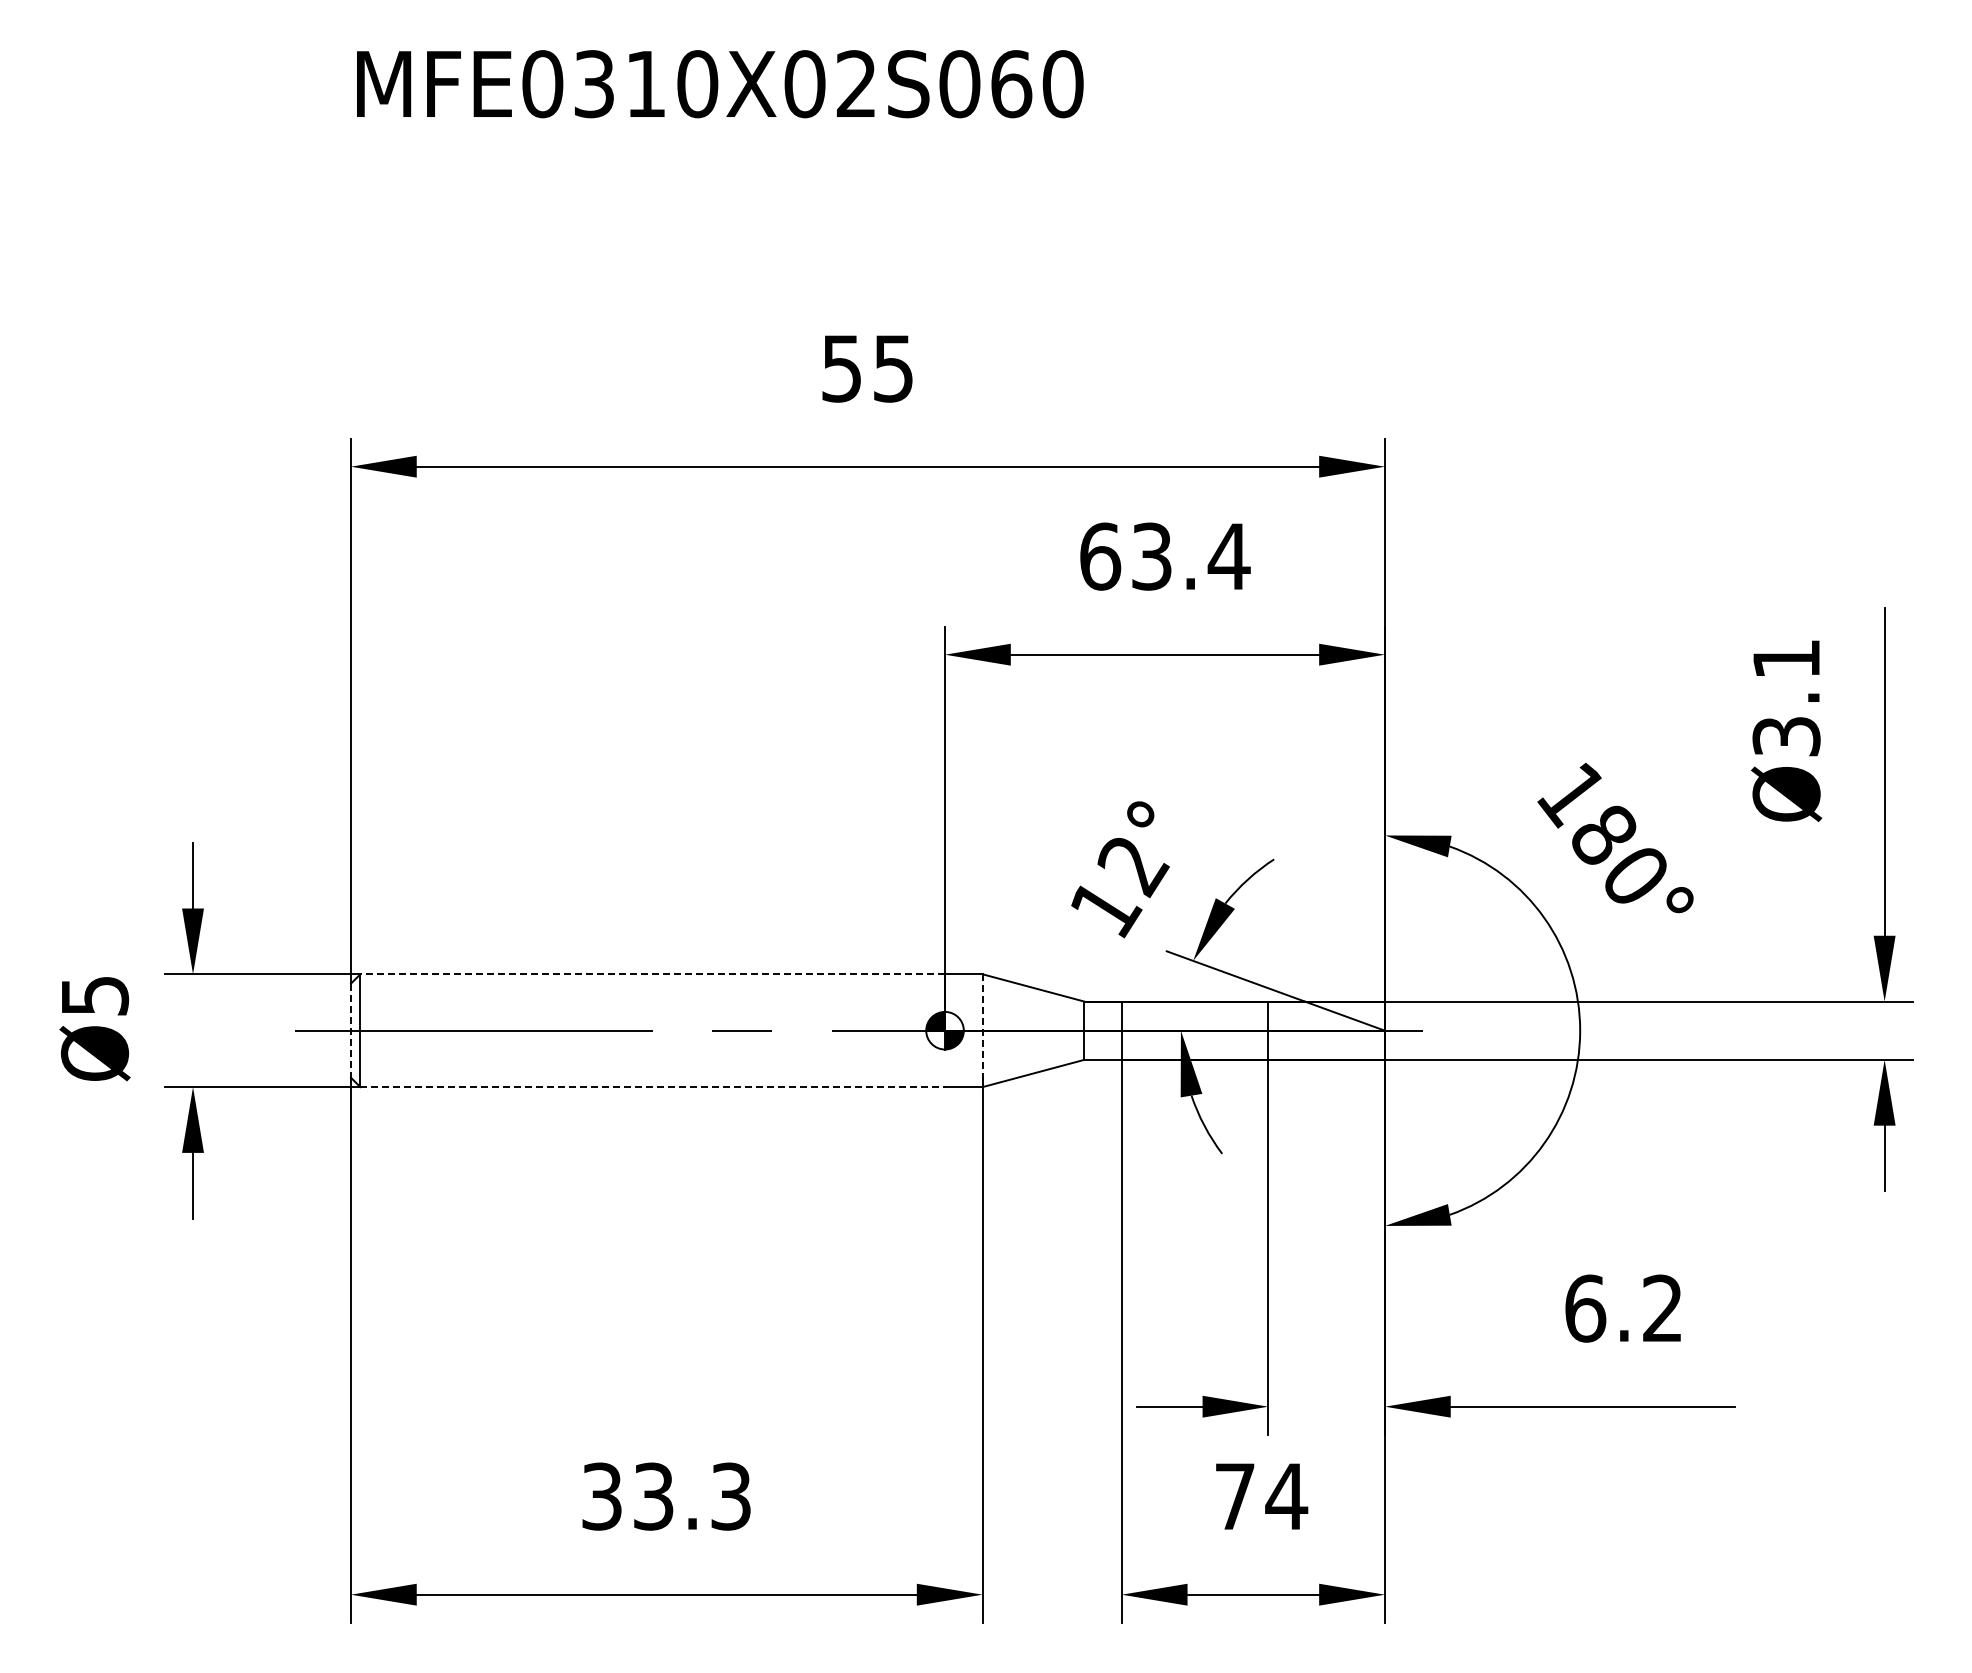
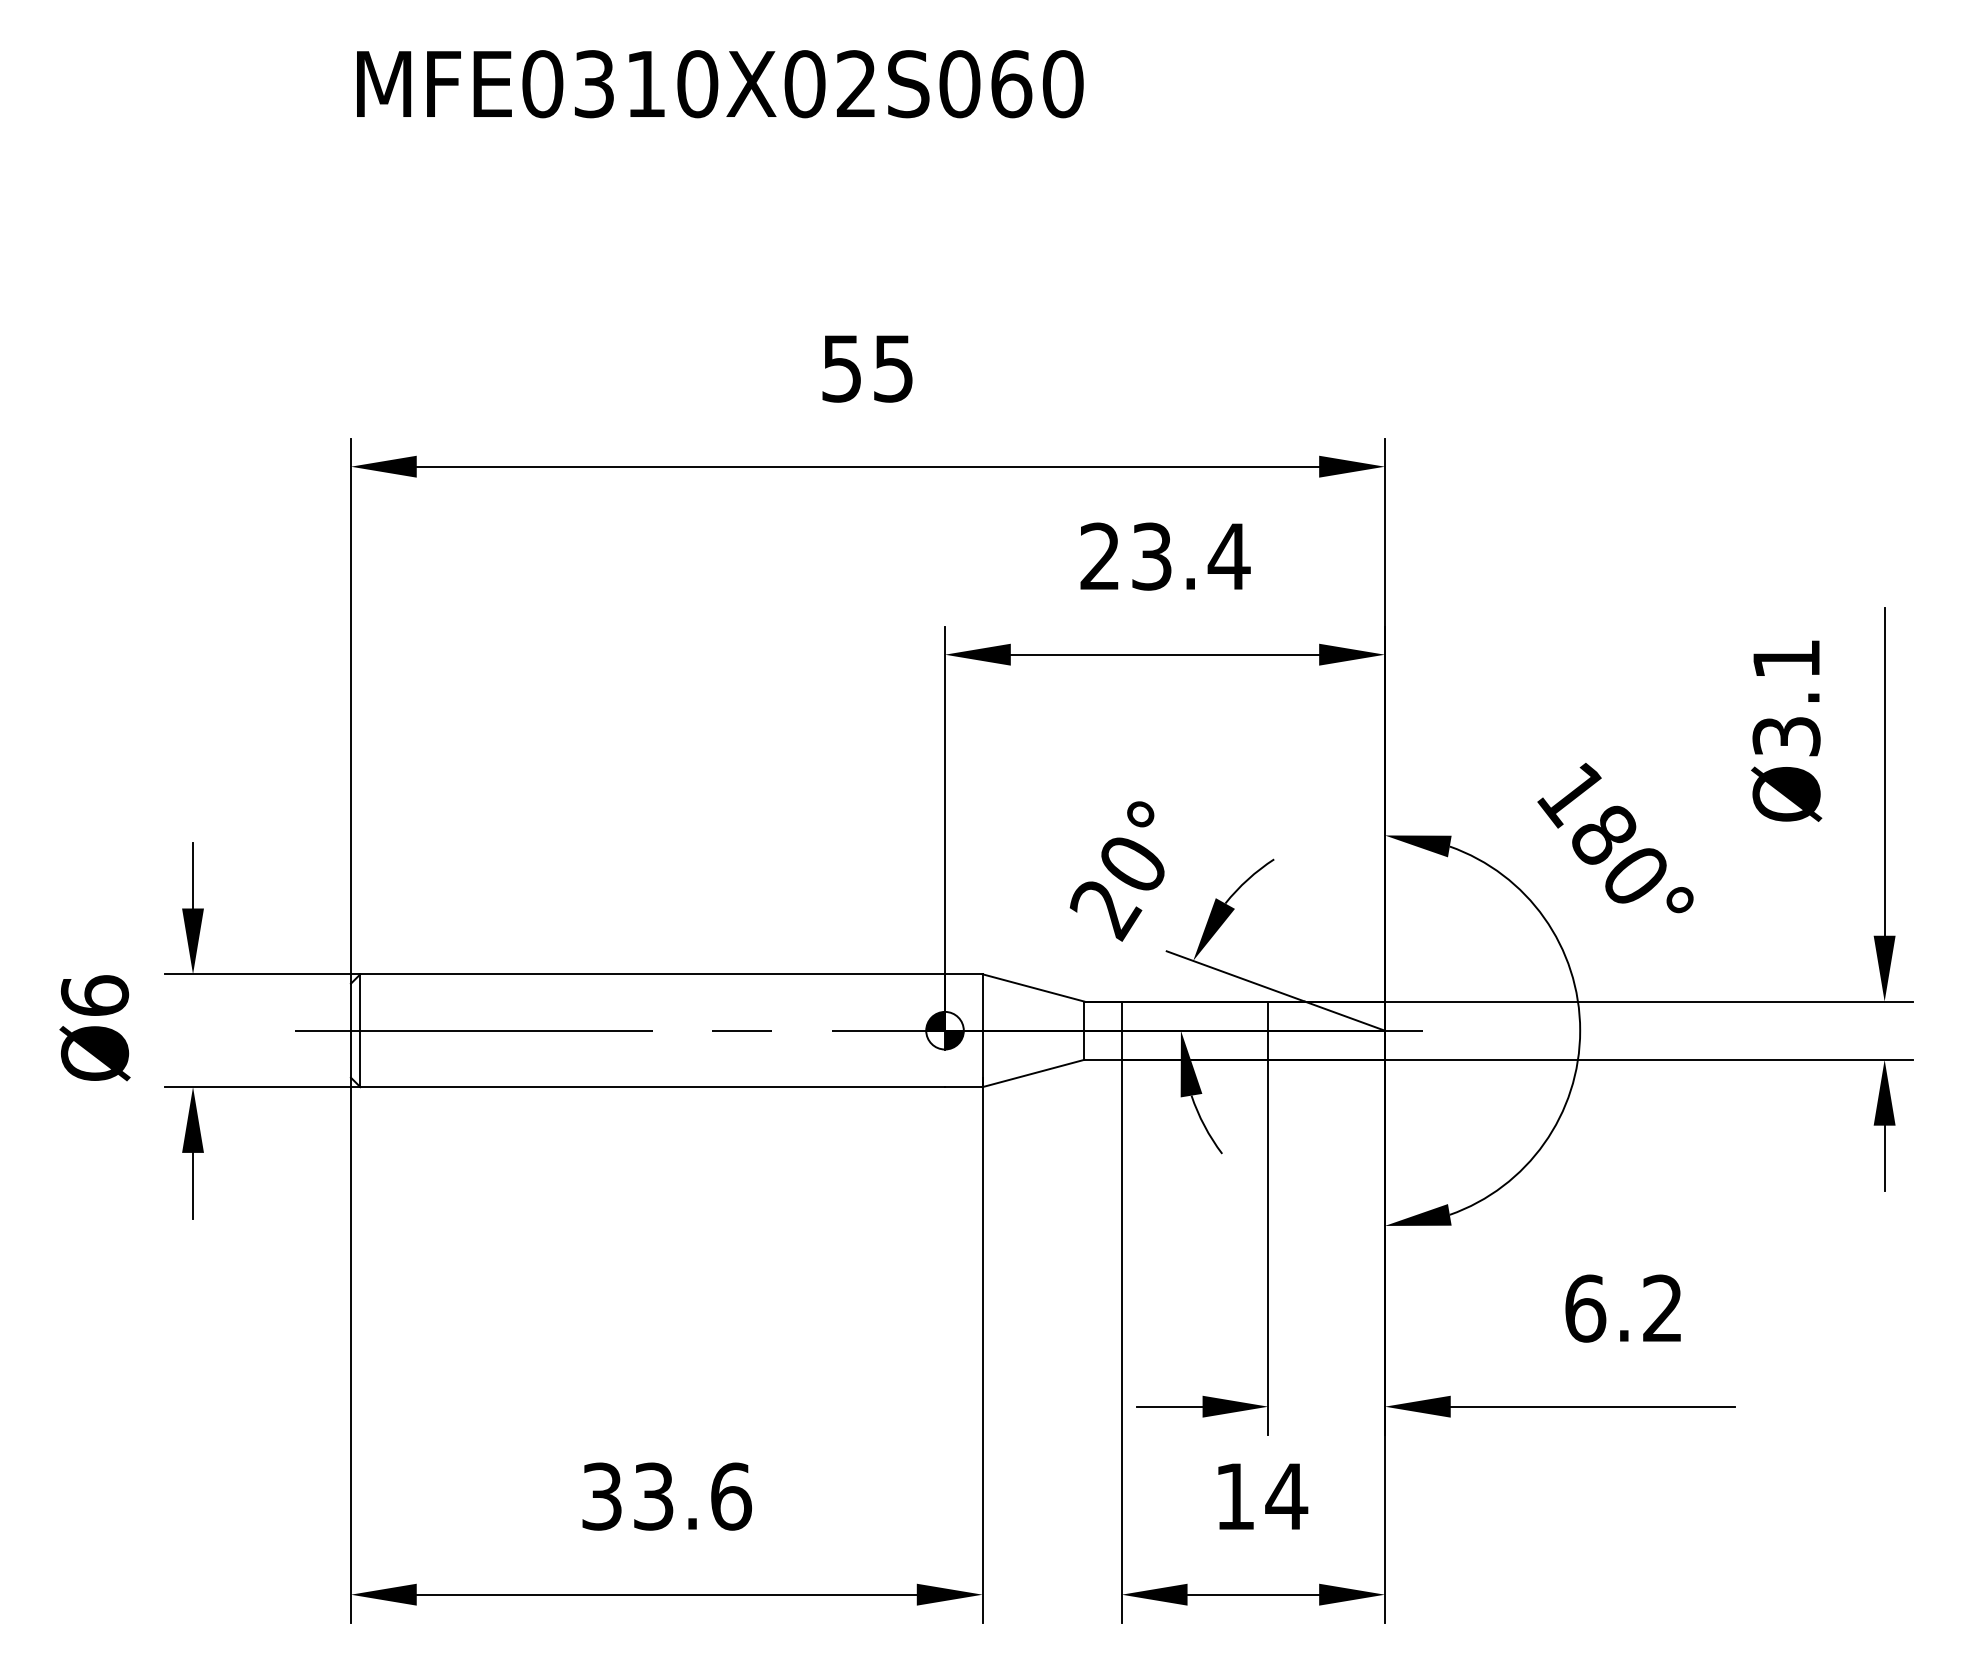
text at (1100, 556): 63.4 -> 23.4
text at (1119, 889): 12° -> 20°
line at (652, 974): dashed -> solid
text at (94, 995): Ø5 -> Ø6
line at (350, 1030): dashed -> solid
line at (982, 1031): dashed -> solid
line at (653, 1087): dashed -> solid
text at (731, 1496): 33.3 -> 33.6
text at (1235, 1496): 74 -> 14
